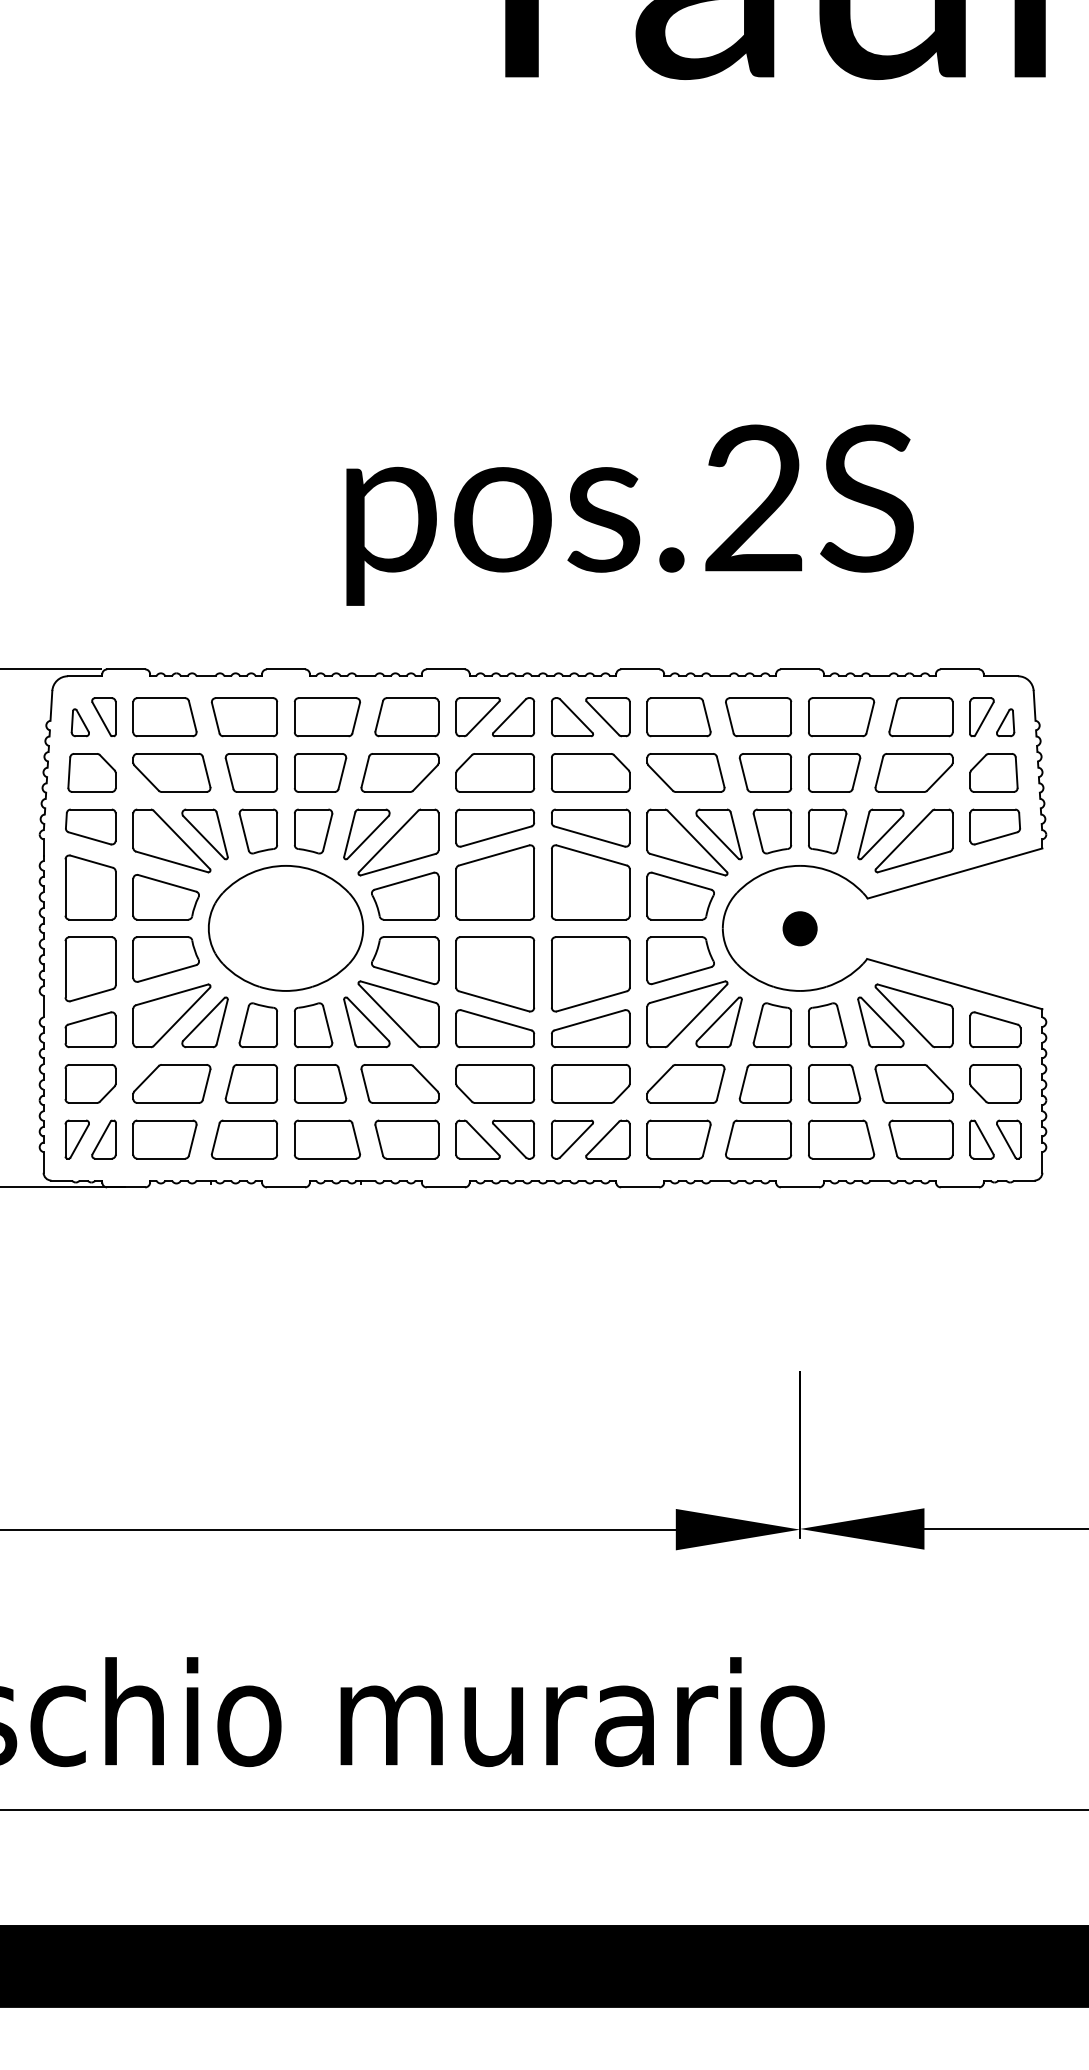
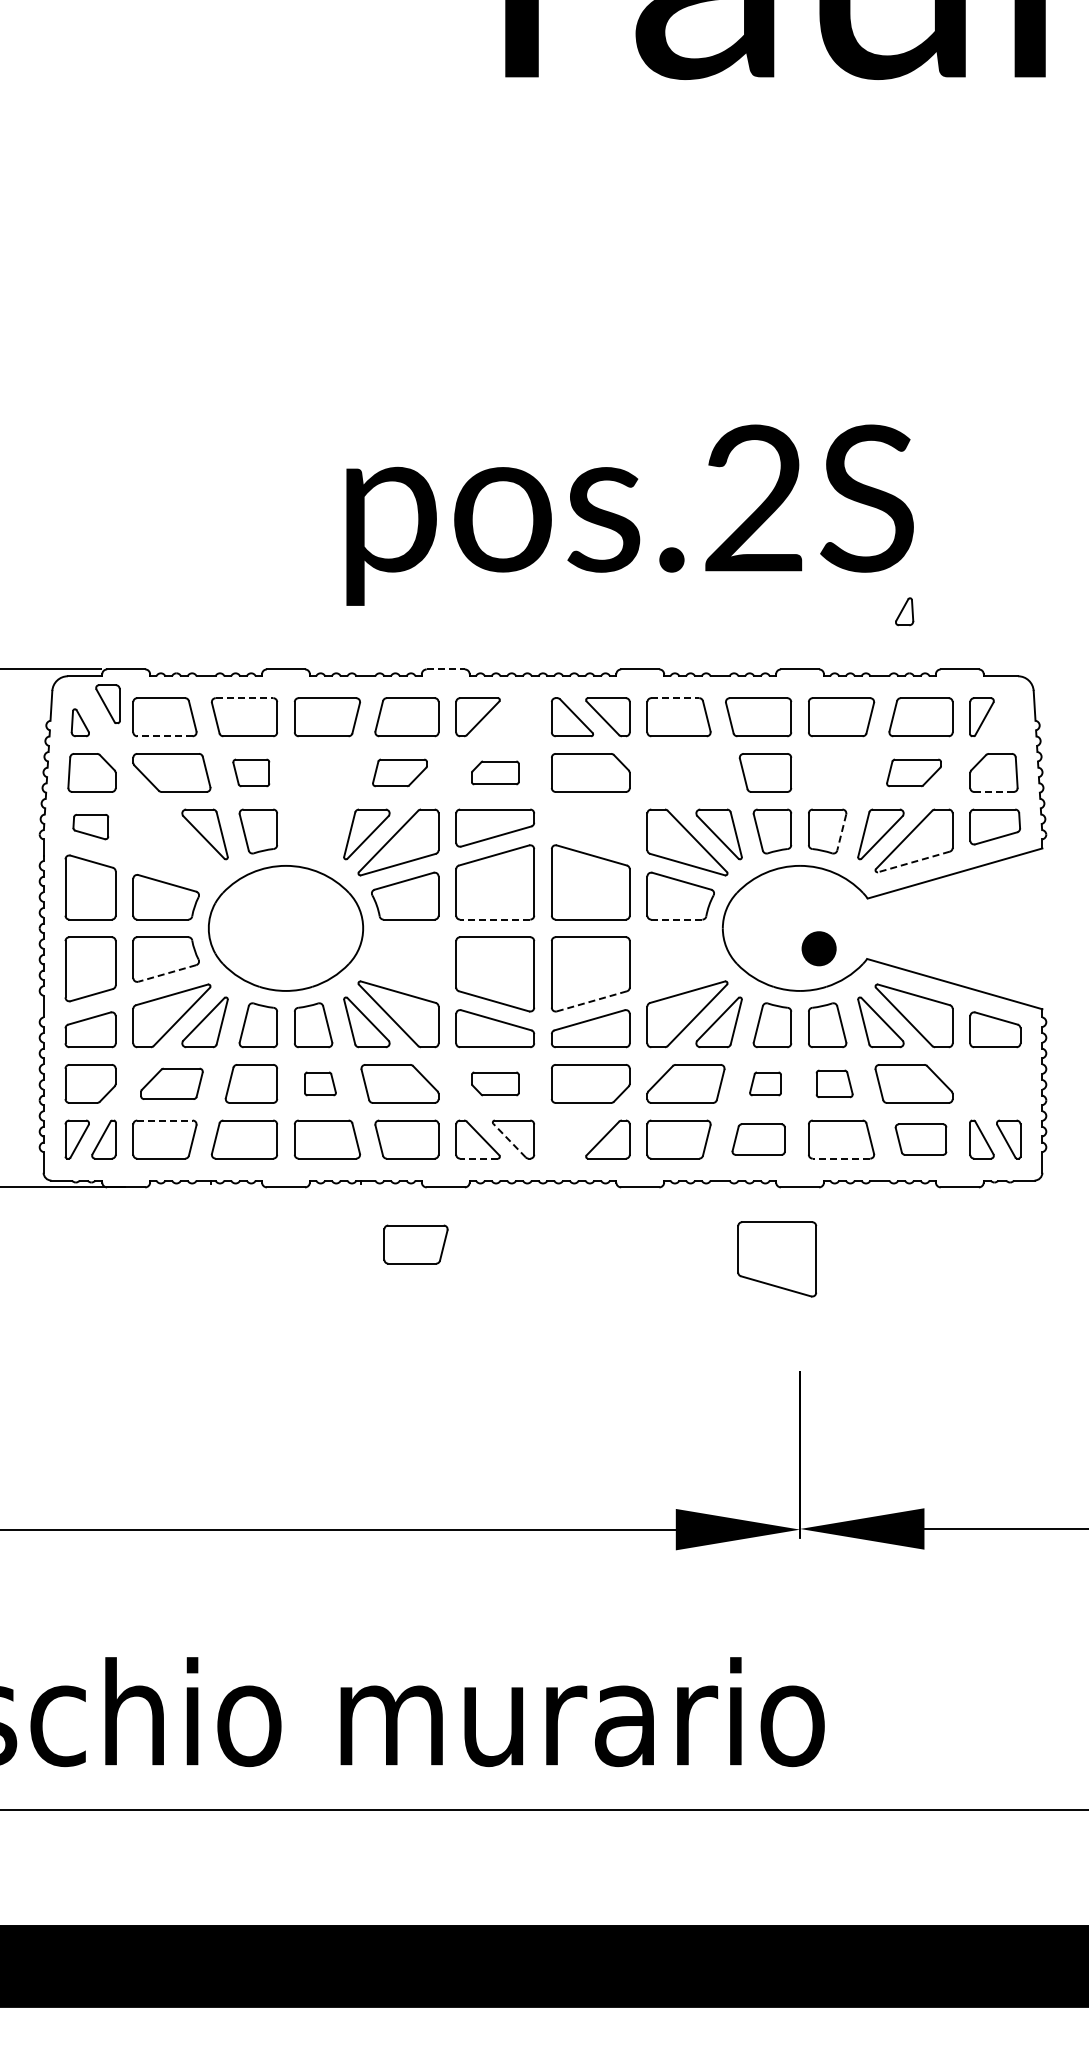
line at (446, 669): solid -> dashed
line at (244, 698): solid -> dashed
line at (675, 698): solid -> dashed
part at (103, 717) position: (103, 717) -> (107, 704)
part at (513, 717): present -> none
part at (1005, 722) position: (1005, 722) -> (904, 611)
line at (164, 736): solid -> dashed
part at (250, 772) size: 54x40 px -> 39x30 px
part at (320, 772): present -> none
part at (399, 772) size: 80x40 px -> 56x30 px
part at (495, 772) size: 81x40 px -> 49x26 px
part at (685, 772): present -> none
part at (834, 772): present -> none
part at (913, 772) size: 80x40 px -> 56x30 px
line at (993, 791): solid -> dashed
part at (90, 826) size: 52x38 px -> 38x27 px
part at (590, 827): present -> none
part at (313, 831): present -> none
line at (841, 832): solid -> dashed
part at (171, 840): present -> none
line at (913, 862): solid -> dashed
line at (494, 919): solid -> dashed
line at (676, 919): solid -> dashed
part at (799, 928) position: (799, 928) -> (818, 948)
part at (405, 960): present -> none
part at (680, 960): present -> none
line at (166, 973): solid -> dashed
line at (591, 1001): solid -> dashed
part at (171, 1083) size: 80x40 px -> 64x33 px
part at (320, 1083) size: 55x40 px -> 33x26 px
part at (495, 1083) size: 81x40 px -> 49x26 px
part at (765, 1083) size: 55x40 px -> 33x26 px
part at (834, 1083) size: 54x40 px -> 39x30 px
part at (995, 1083): present -> none
line at (164, 1120): solid -> dashed
part at (572, 1139): present -> none
part at (758, 1139) size: 68x41 px -> 55x33 px
part at (920, 1139) size: 66x41 px -> 54x33 px
line at (509, 1140): solid -> dashed
line at (479, 1158): solid -> dashed
line at (841, 1158): solid -> dashed
part at (415, 1244): none -> present
part at (777, 1259): none -> present
